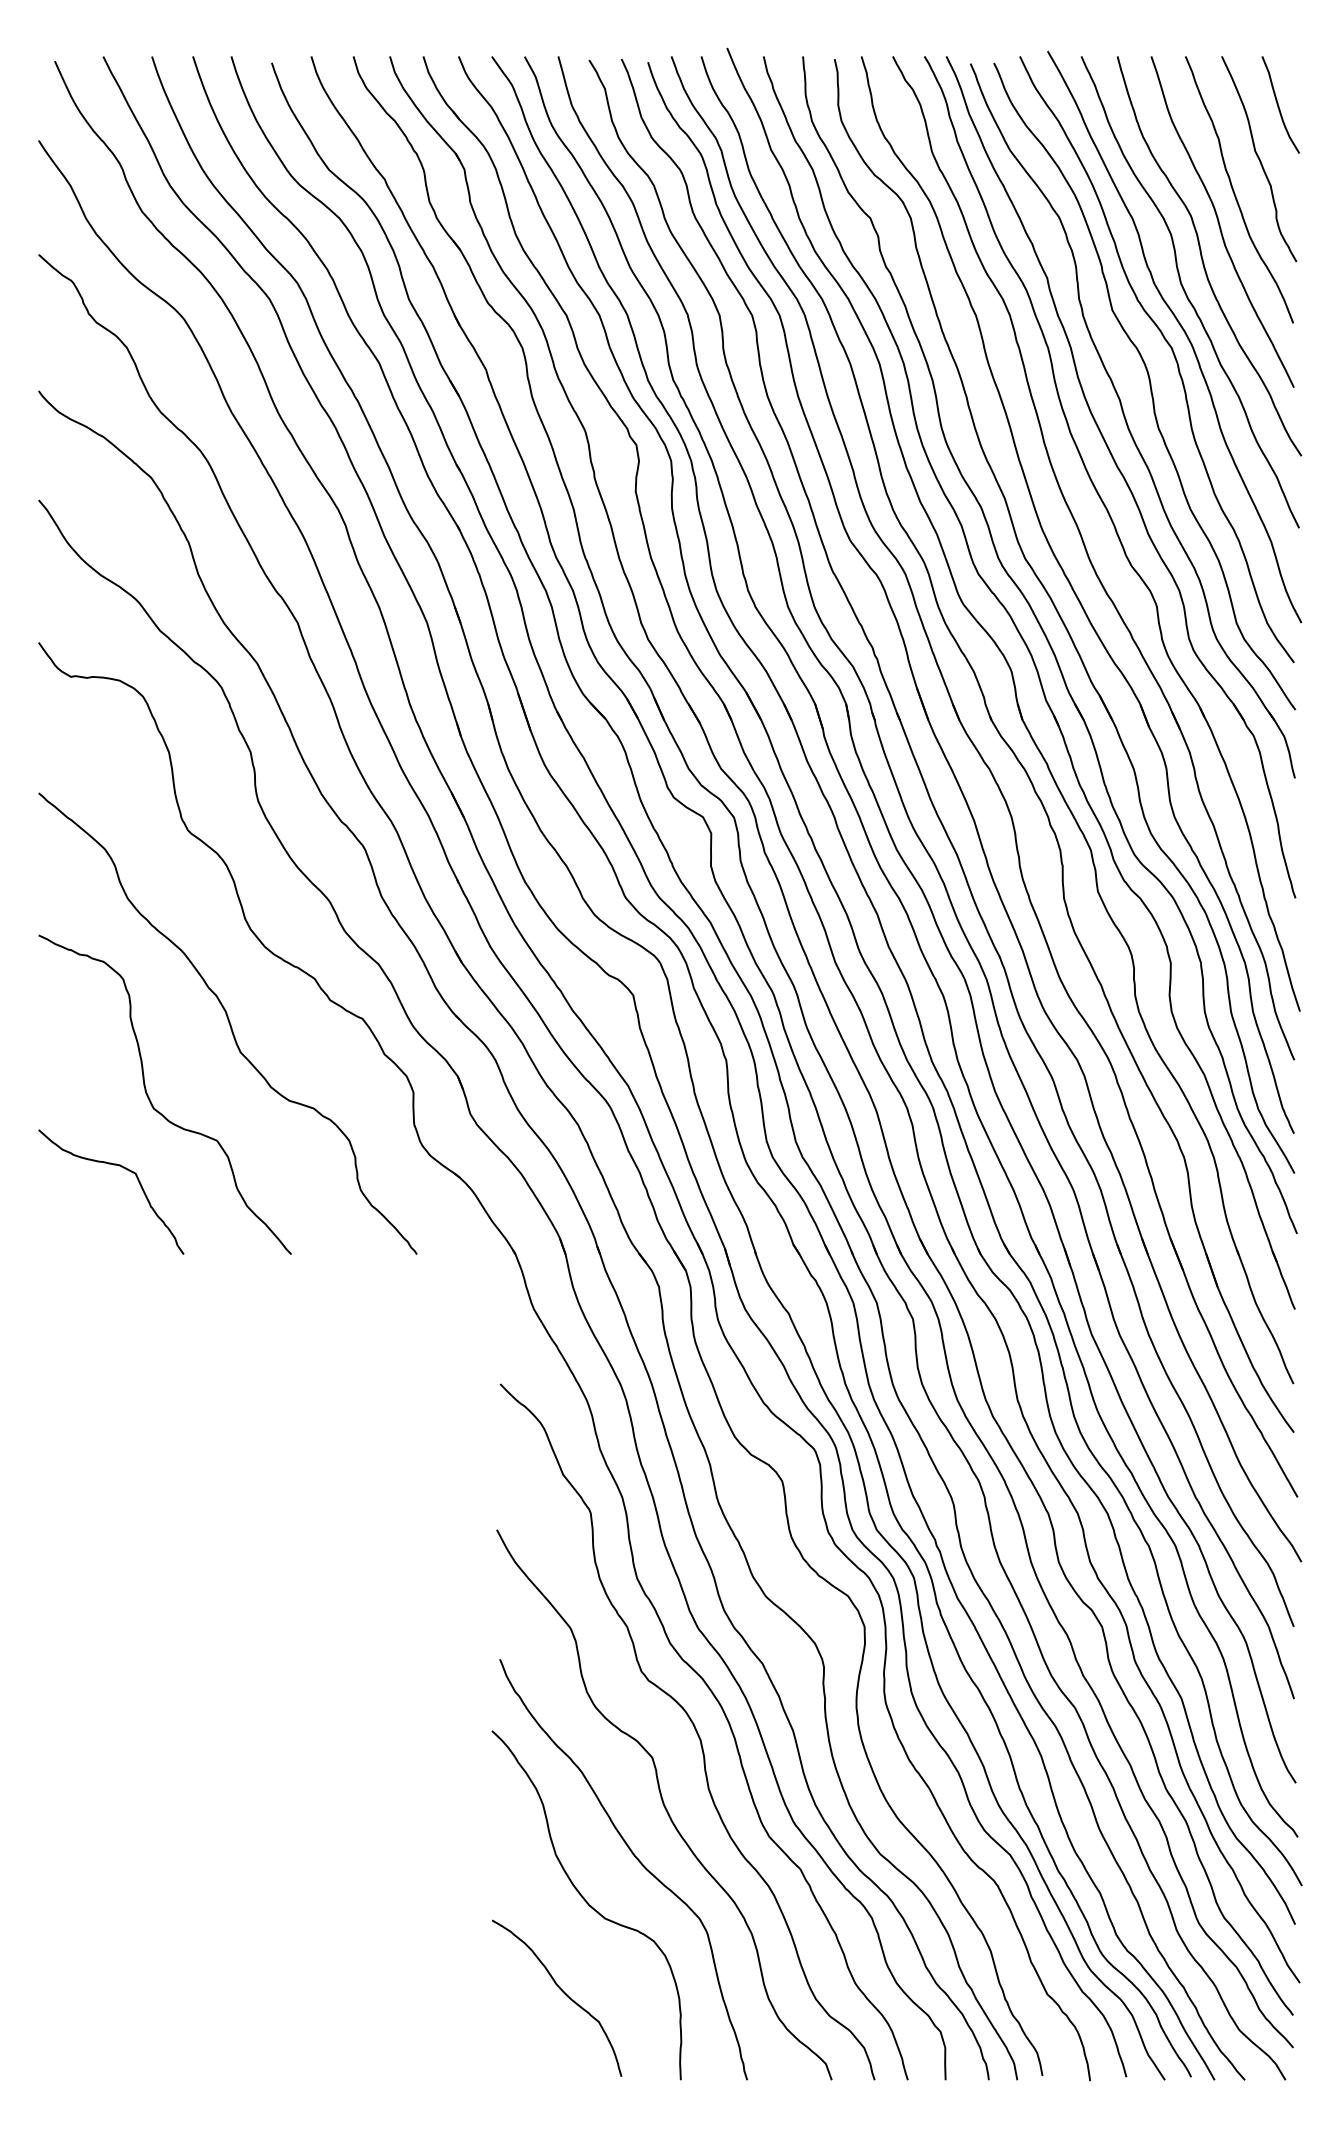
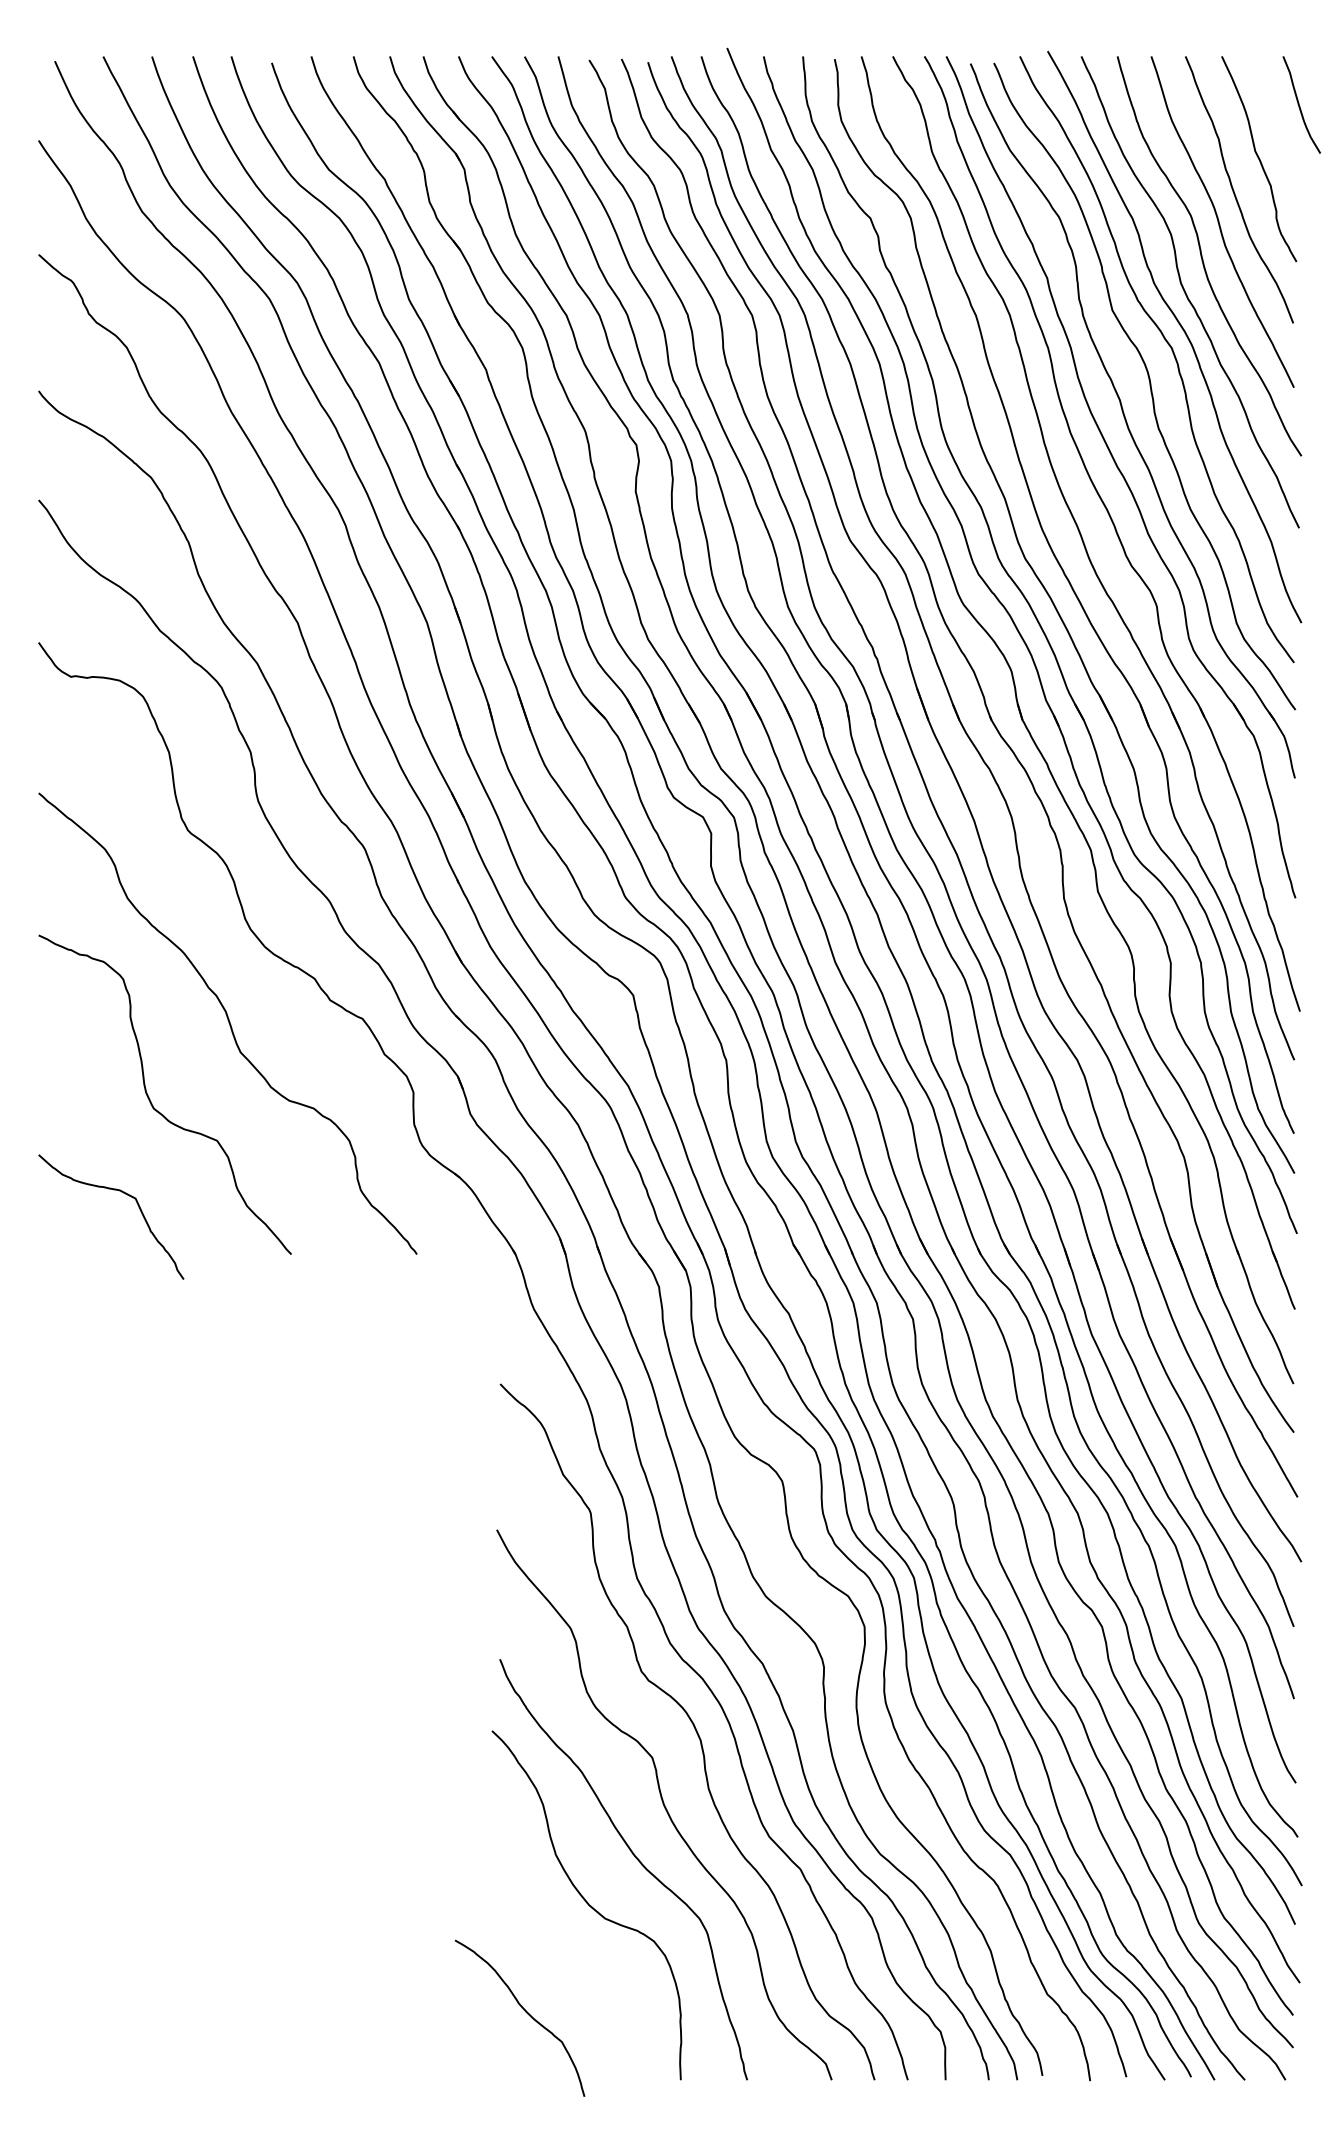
curve at (1278, 104) position: (1278, 104) -> (1299, 104)
curve at (123, 1168) position: (123, 1168) -> (123, 1193)
curve at (561, 1991) position: (561, 1991) -> (524, 2011)
